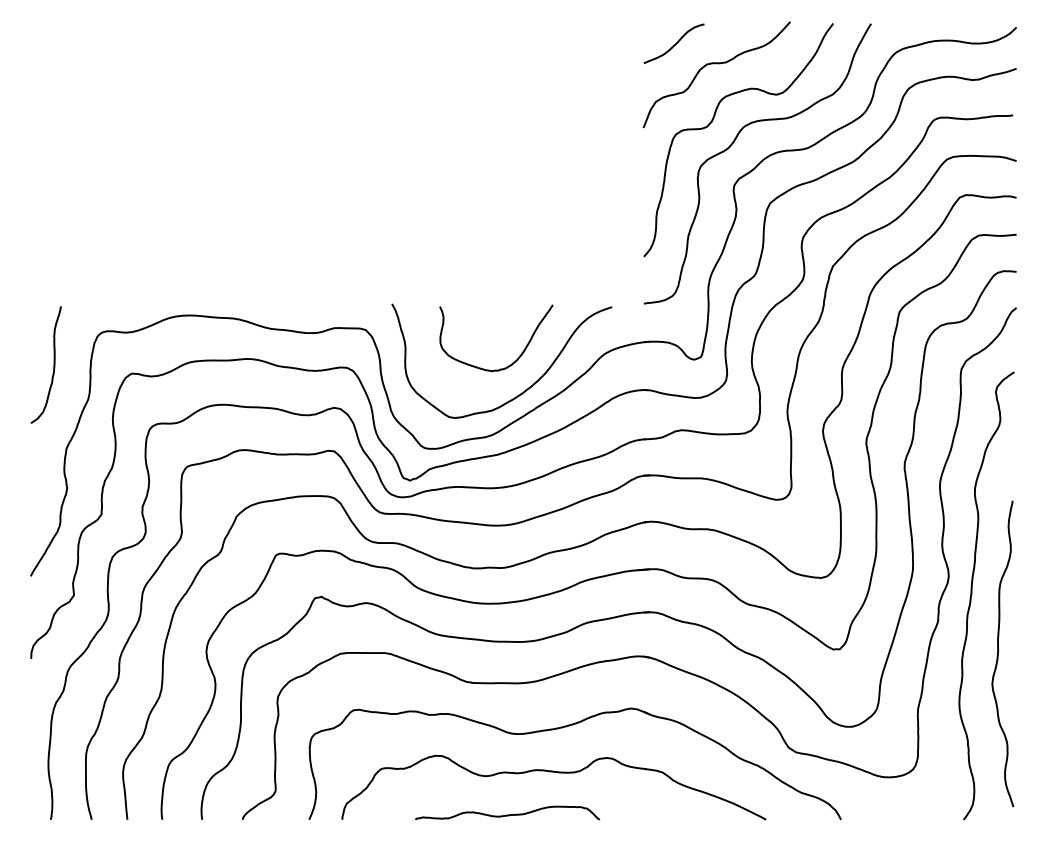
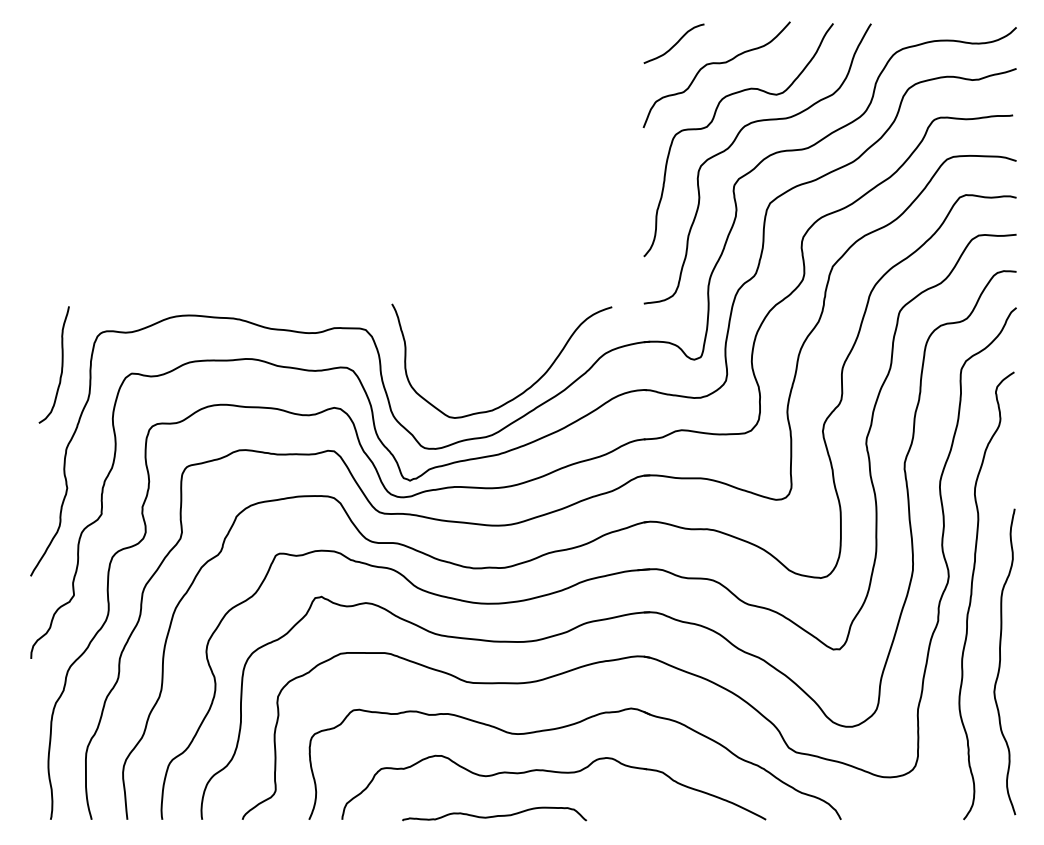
curve at (518, 356): present -> none
curve at (53, 364) position: (53, 364) -> (61, 364)
curve at (998, 653) position: (998, 653) -> (1000, 661)
curve at (507, 814) position: (507, 814) -> (494, 815)
